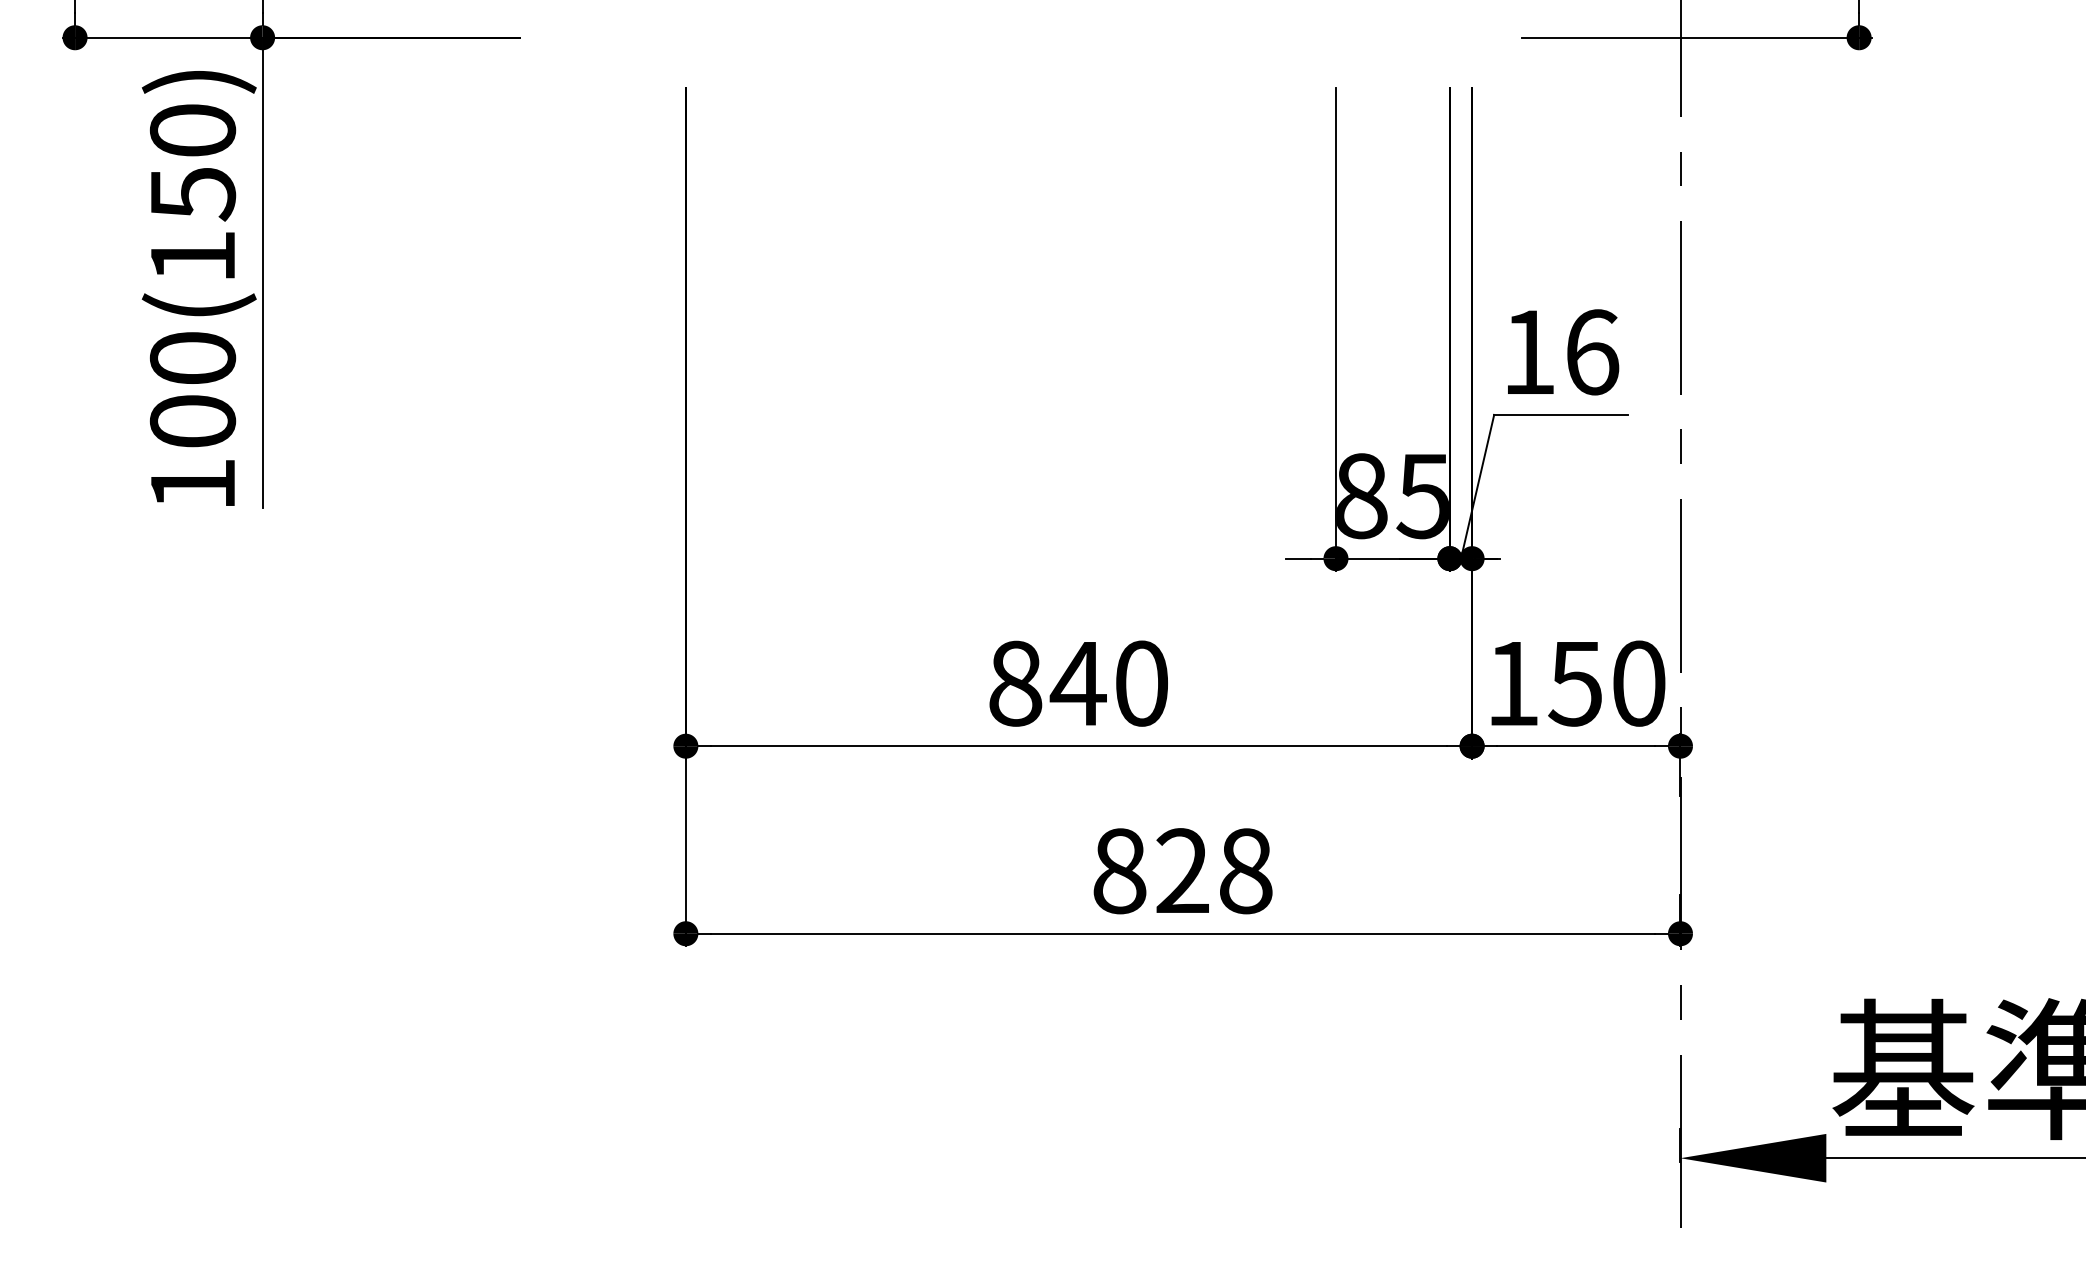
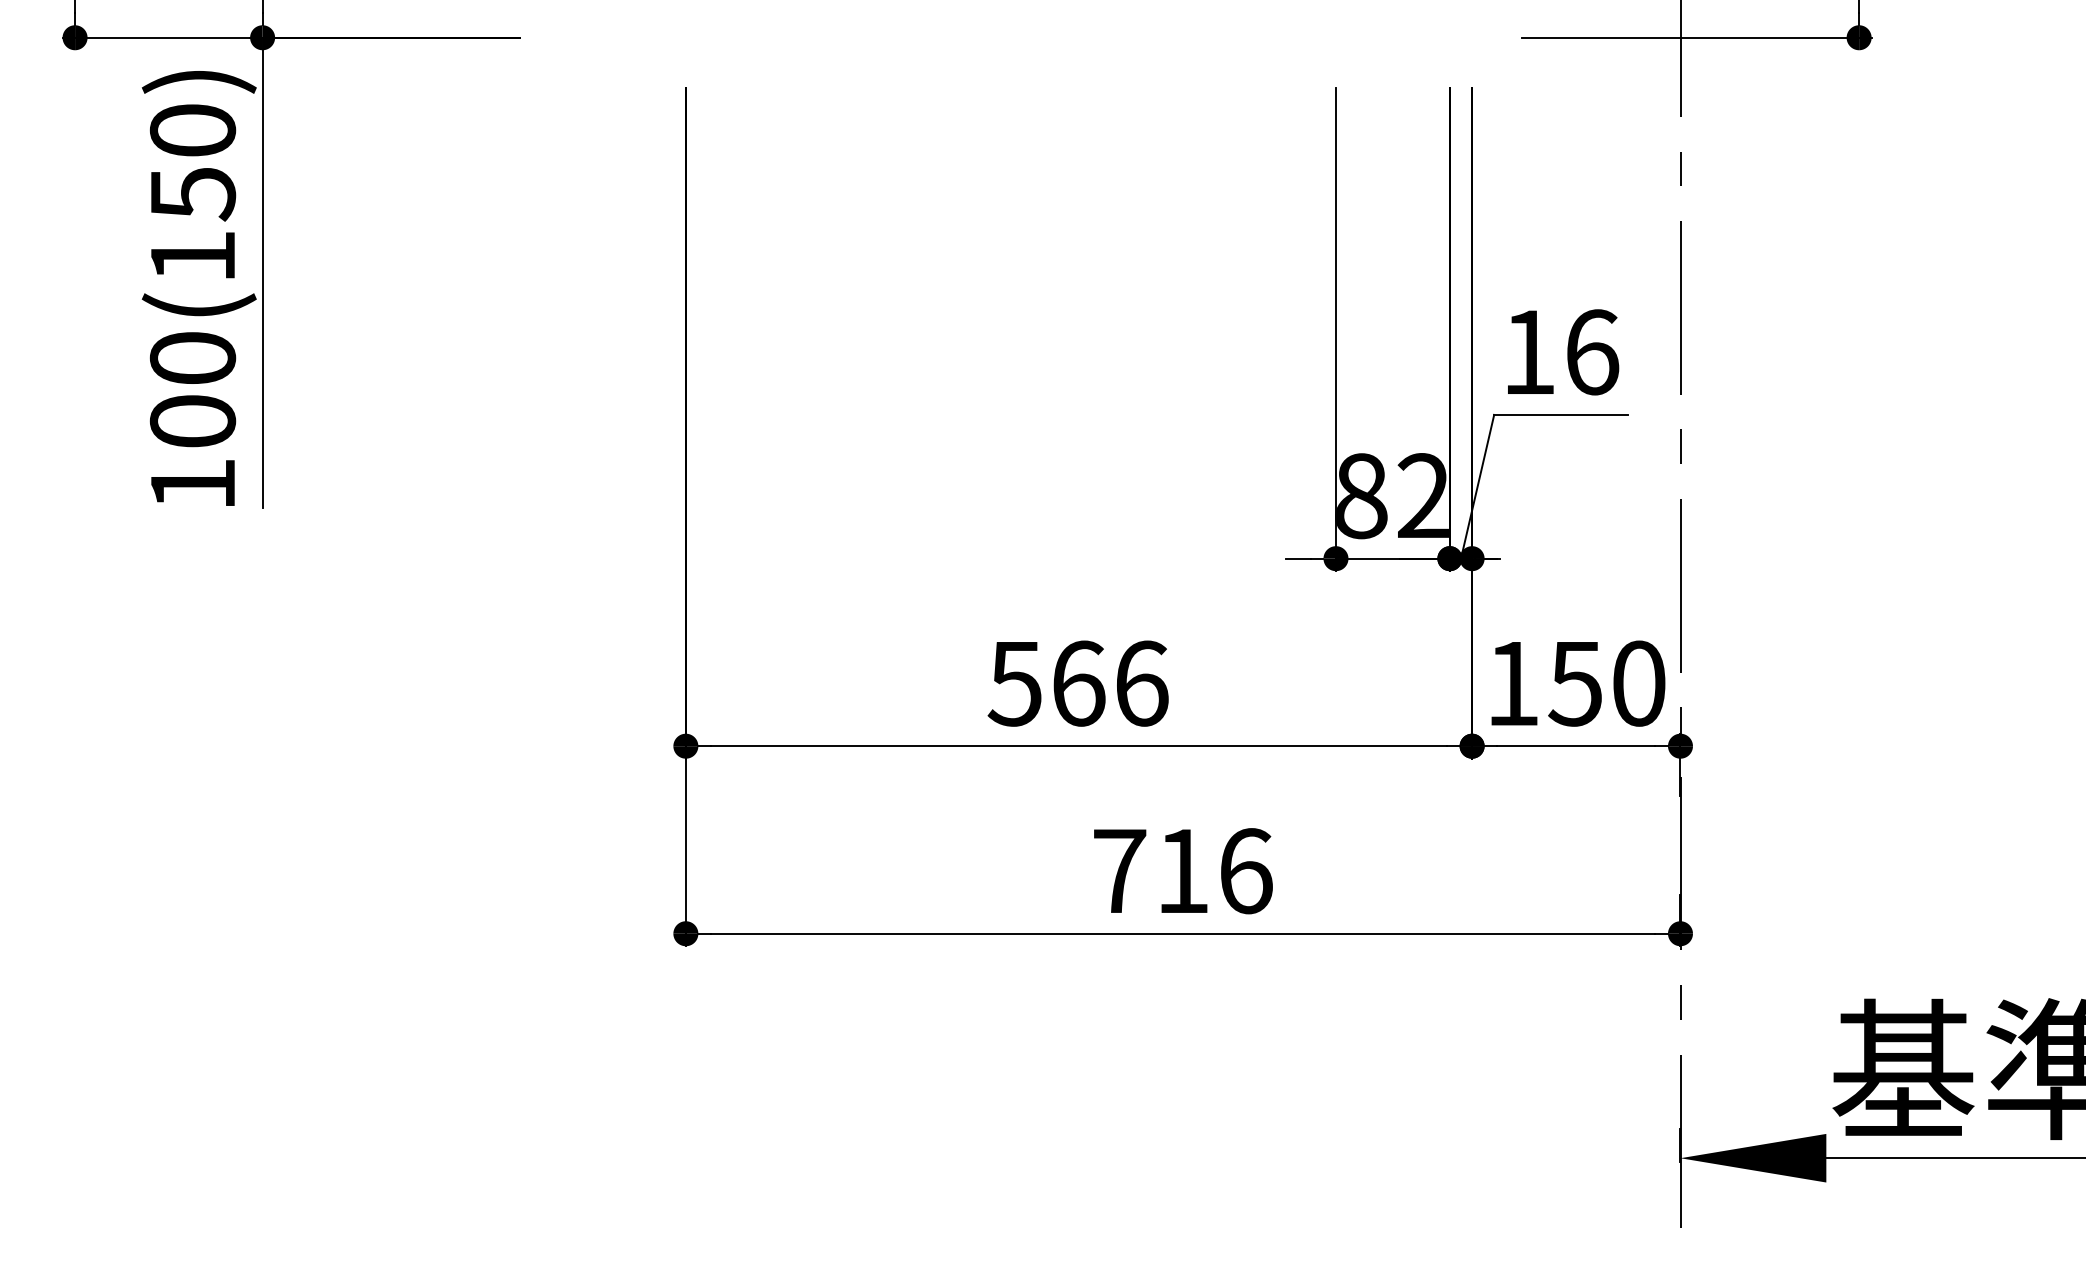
text at (1422, 496): 85 -> 82
text at (1077, 683): 840 -> 566
text at (1182, 871): 828 -> 716
